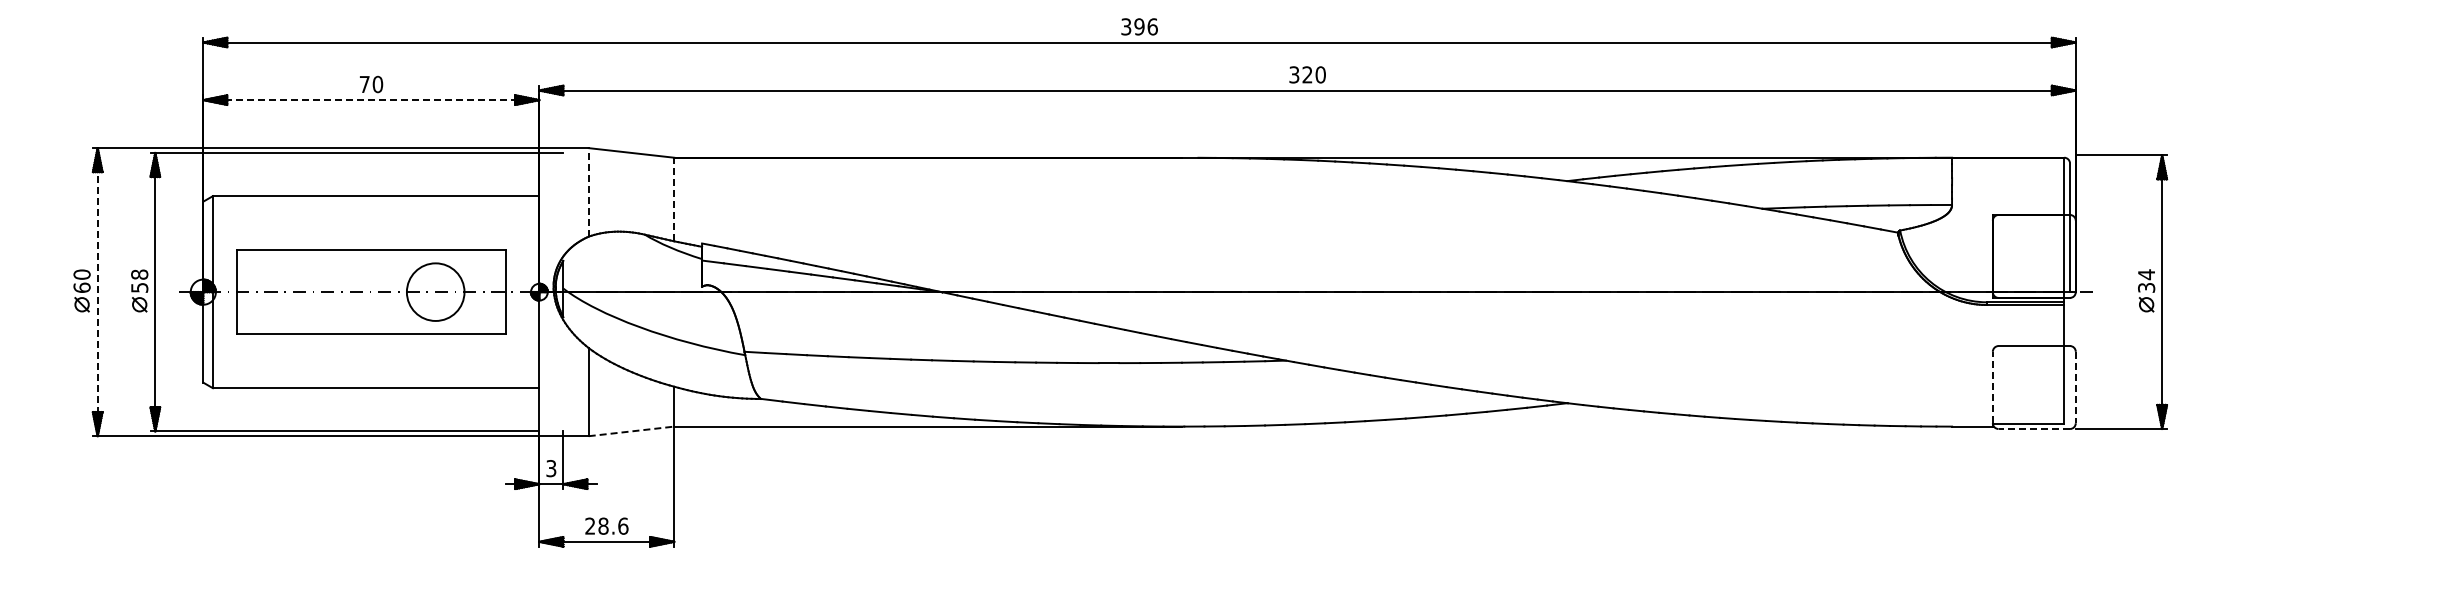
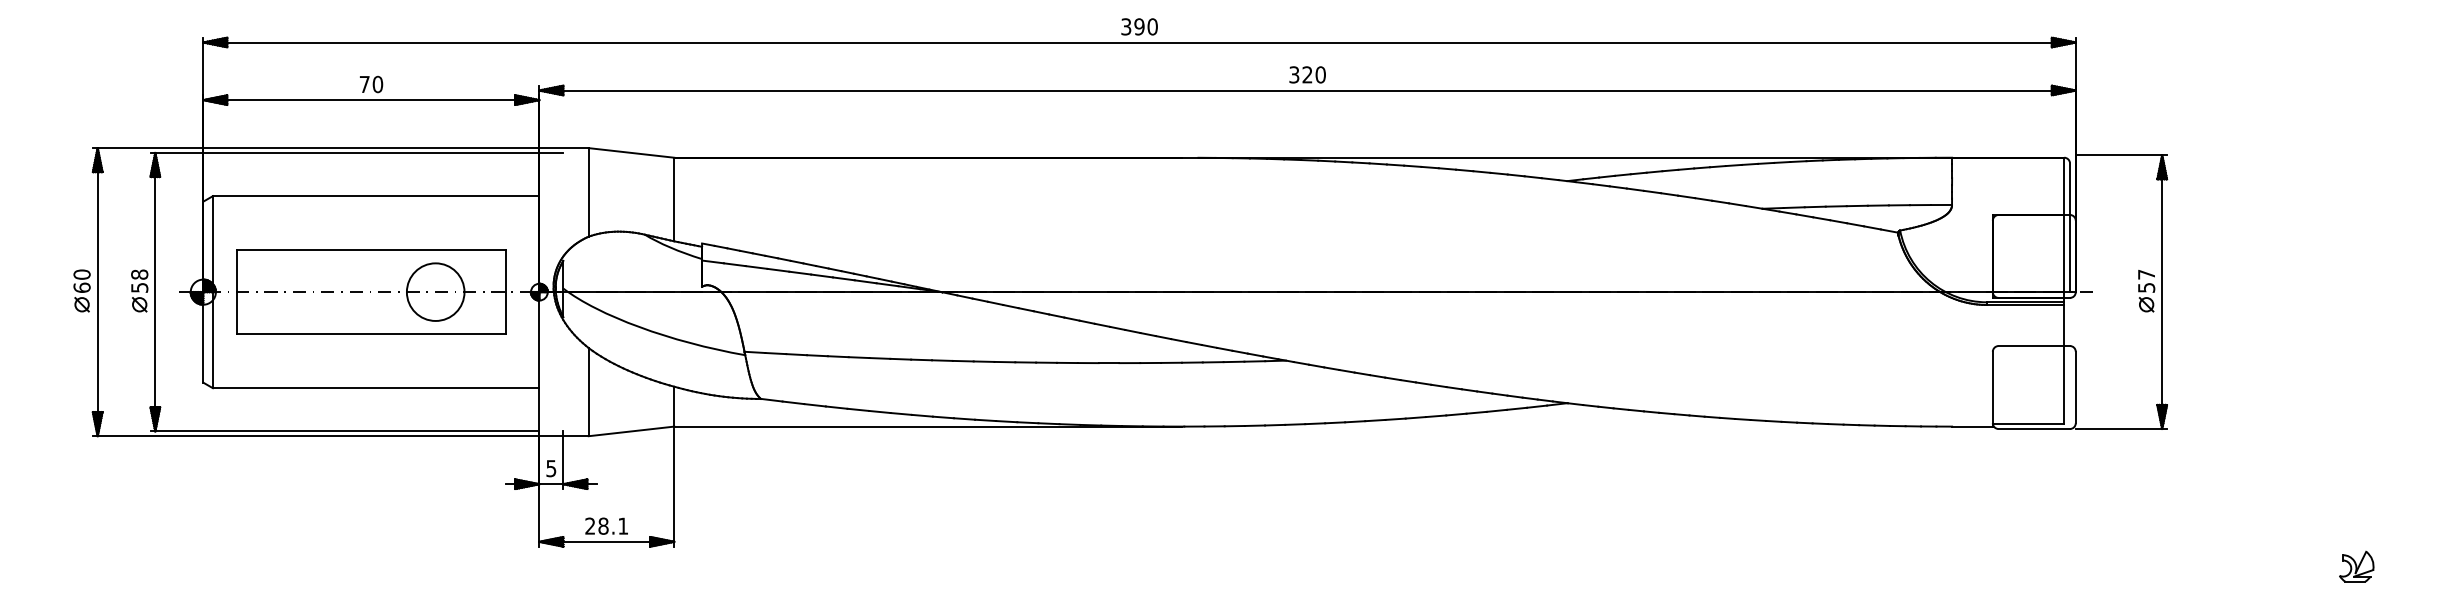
text at (1152, 26): 396 -> 390
line at (371, 100): dashed -> solid
line at (588, 191): dashed -> solid
line at (674, 199): dashed -> solid
text at (2146, 280): 34 -> 57
line at (97, 291): dashed -> solid
line at (1992, 387): dashed -> solid
line at (2075, 387): dashed -> solid
line at (2034, 429): dashed -> solid
line at (632, 431): dashed -> solid
text at (551, 468): 3 -> 5
text at (623, 525): 28.6 -> 28.1
part at (2356, 566): none -> present
